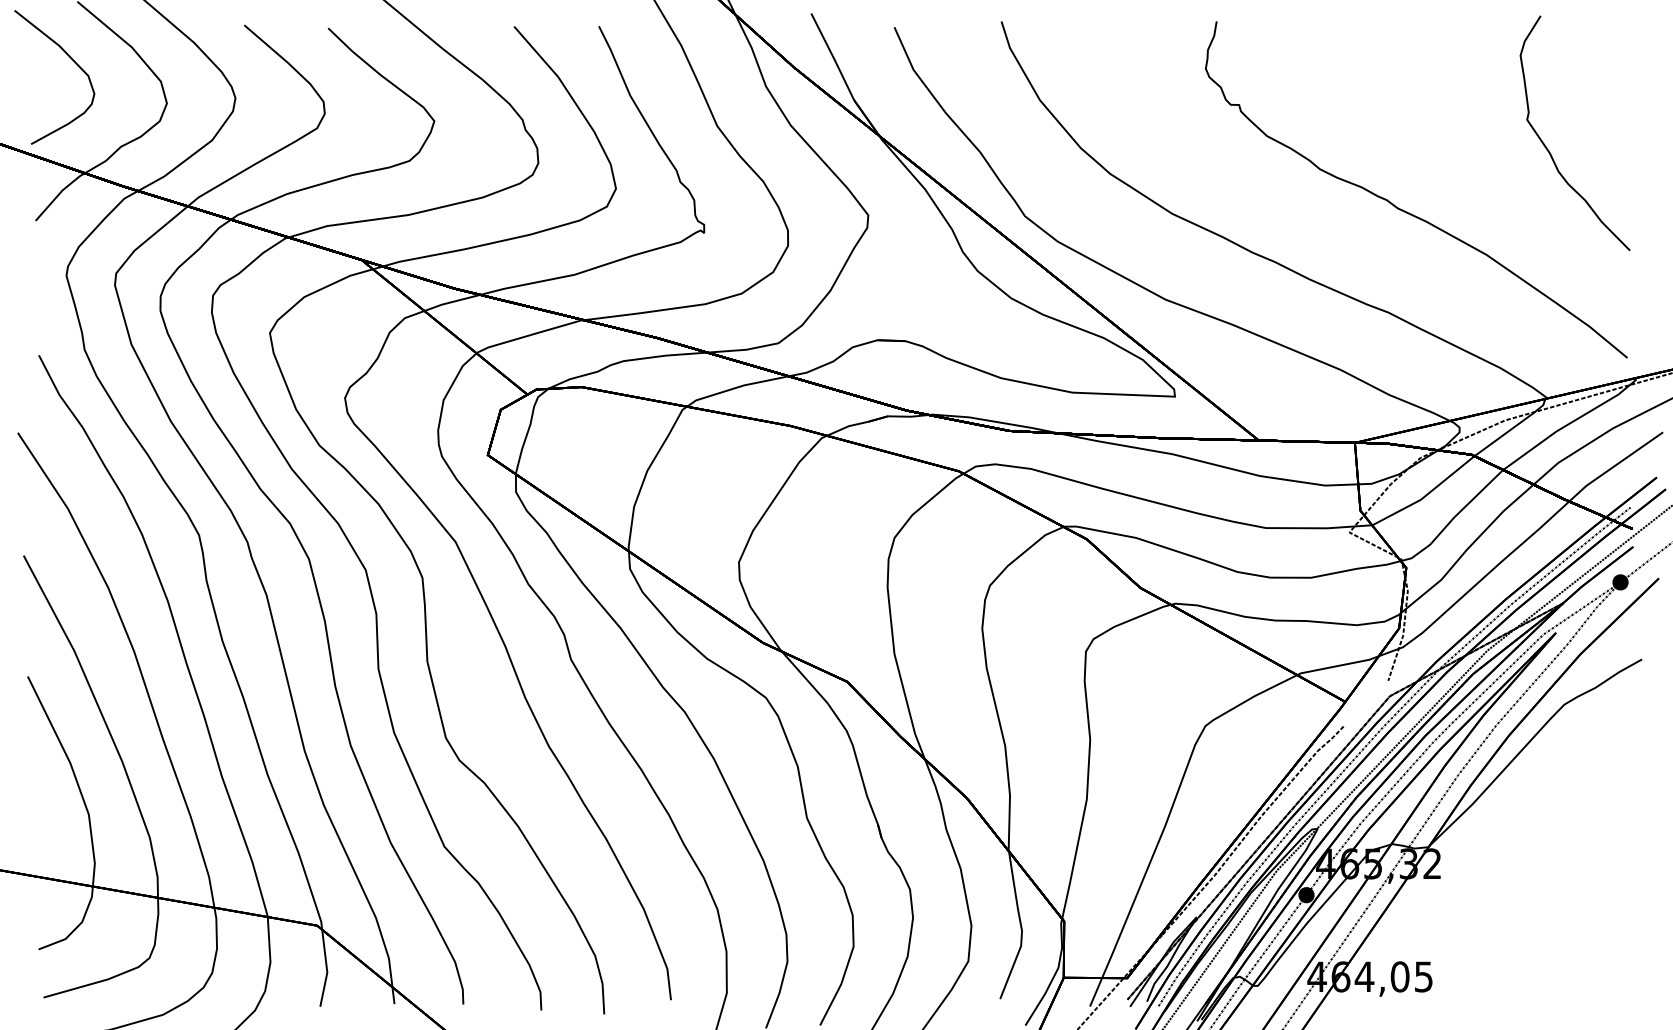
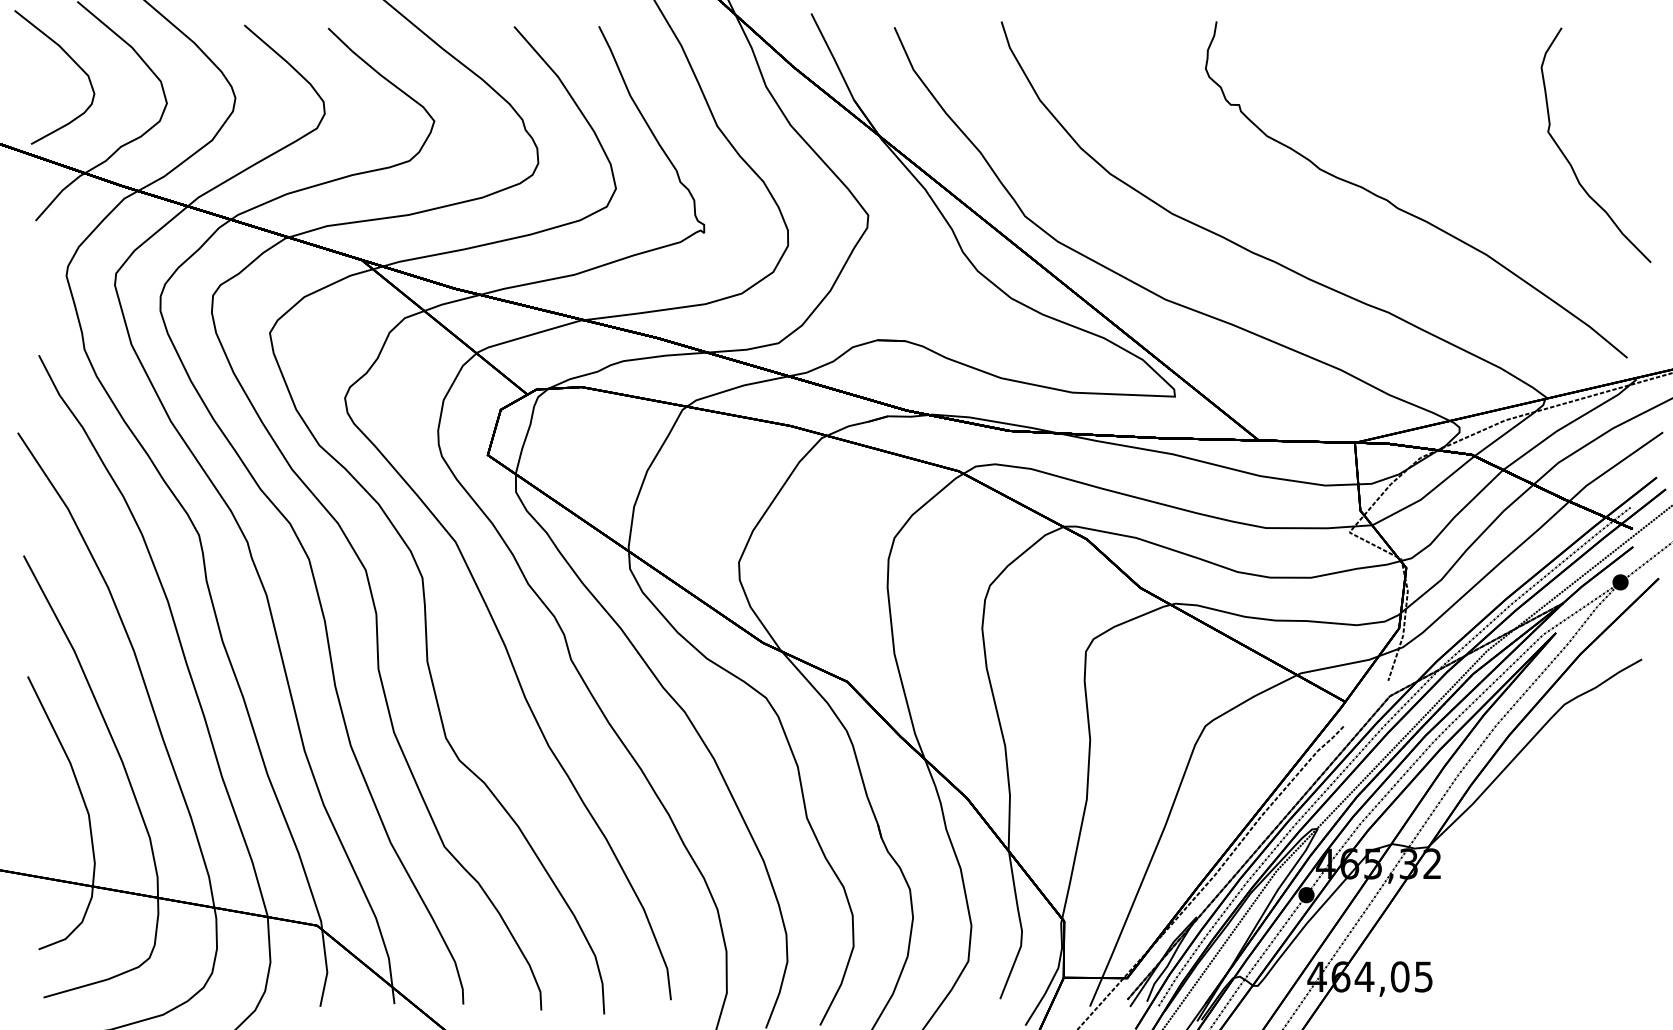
curve at (1549, 150) position: (1549, 150) -> (1570, 162)
